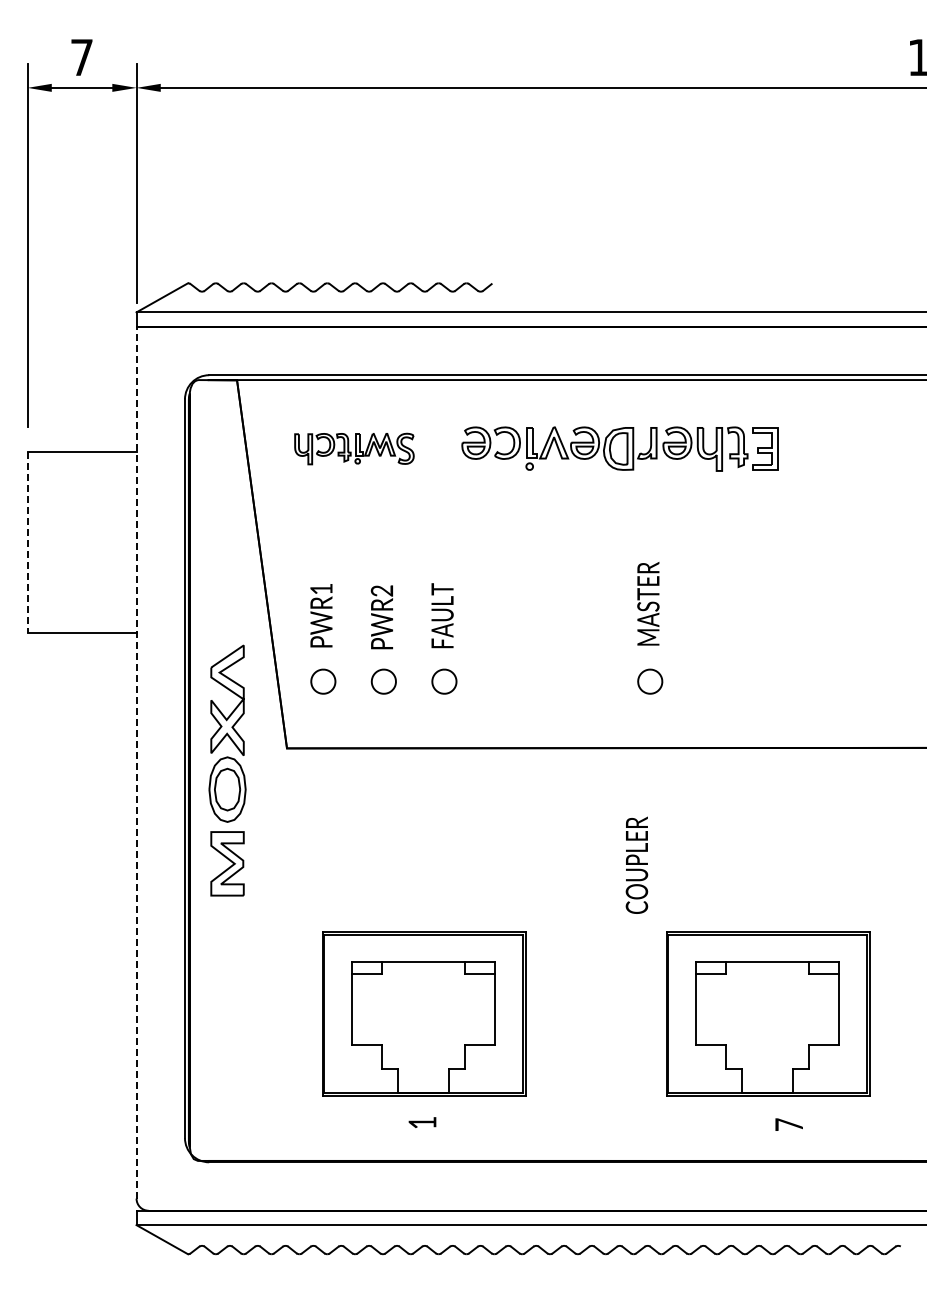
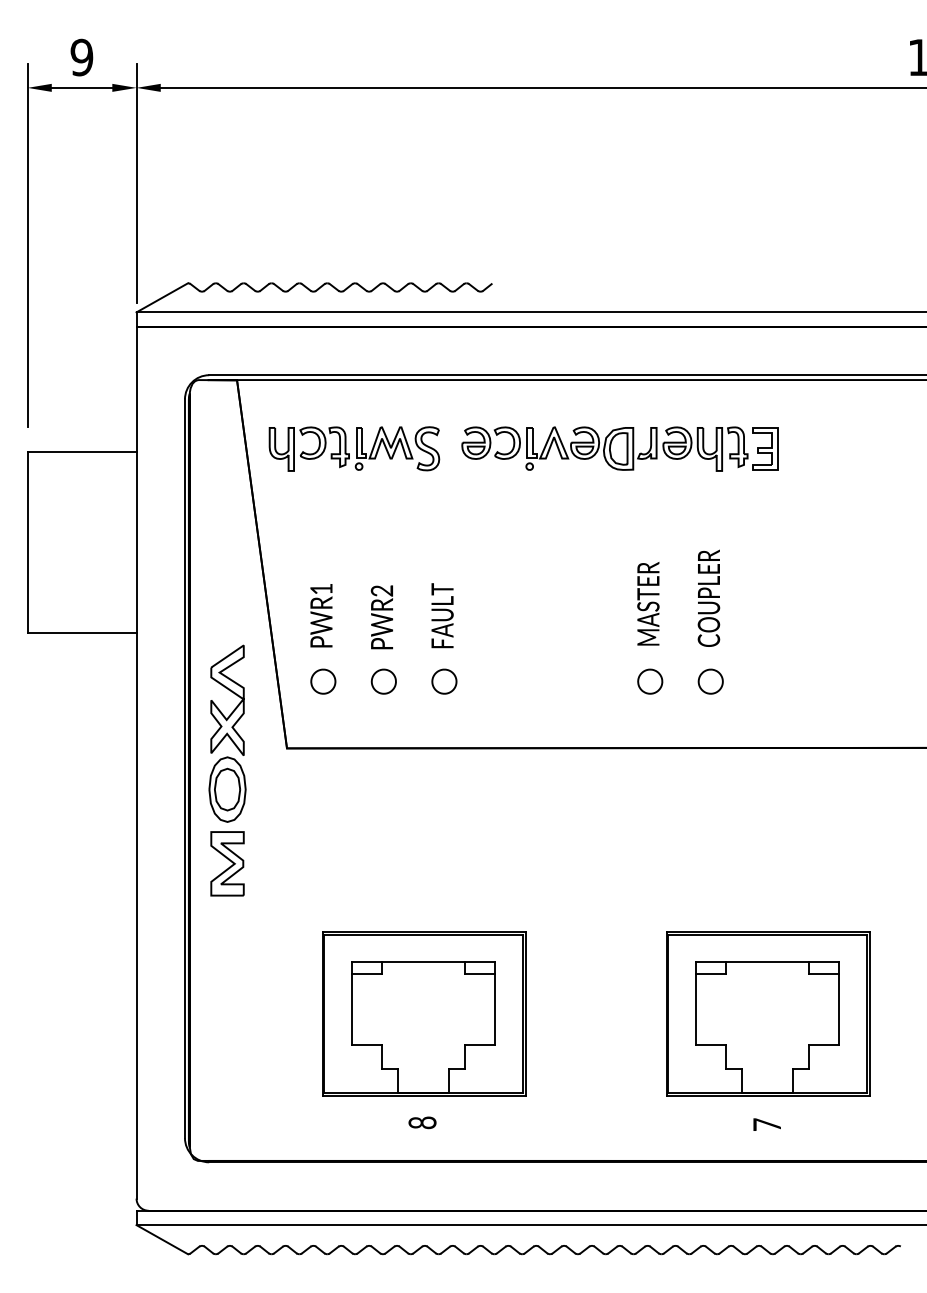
text at (81, 57): 7 -> 9
part at (354, 448) size: 121x34 px -> 173x46 px
line at (27, 542): dashed -> solid
part at (710, 681): none -> present
line at (136, 762): dashed -> solid
text at (636, 864) position: (636, 864) -> (708, 597)
text at (422, 1122): 1 -> 8
text at (788, 1124) position: (788, 1124) -> (766, 1124)
